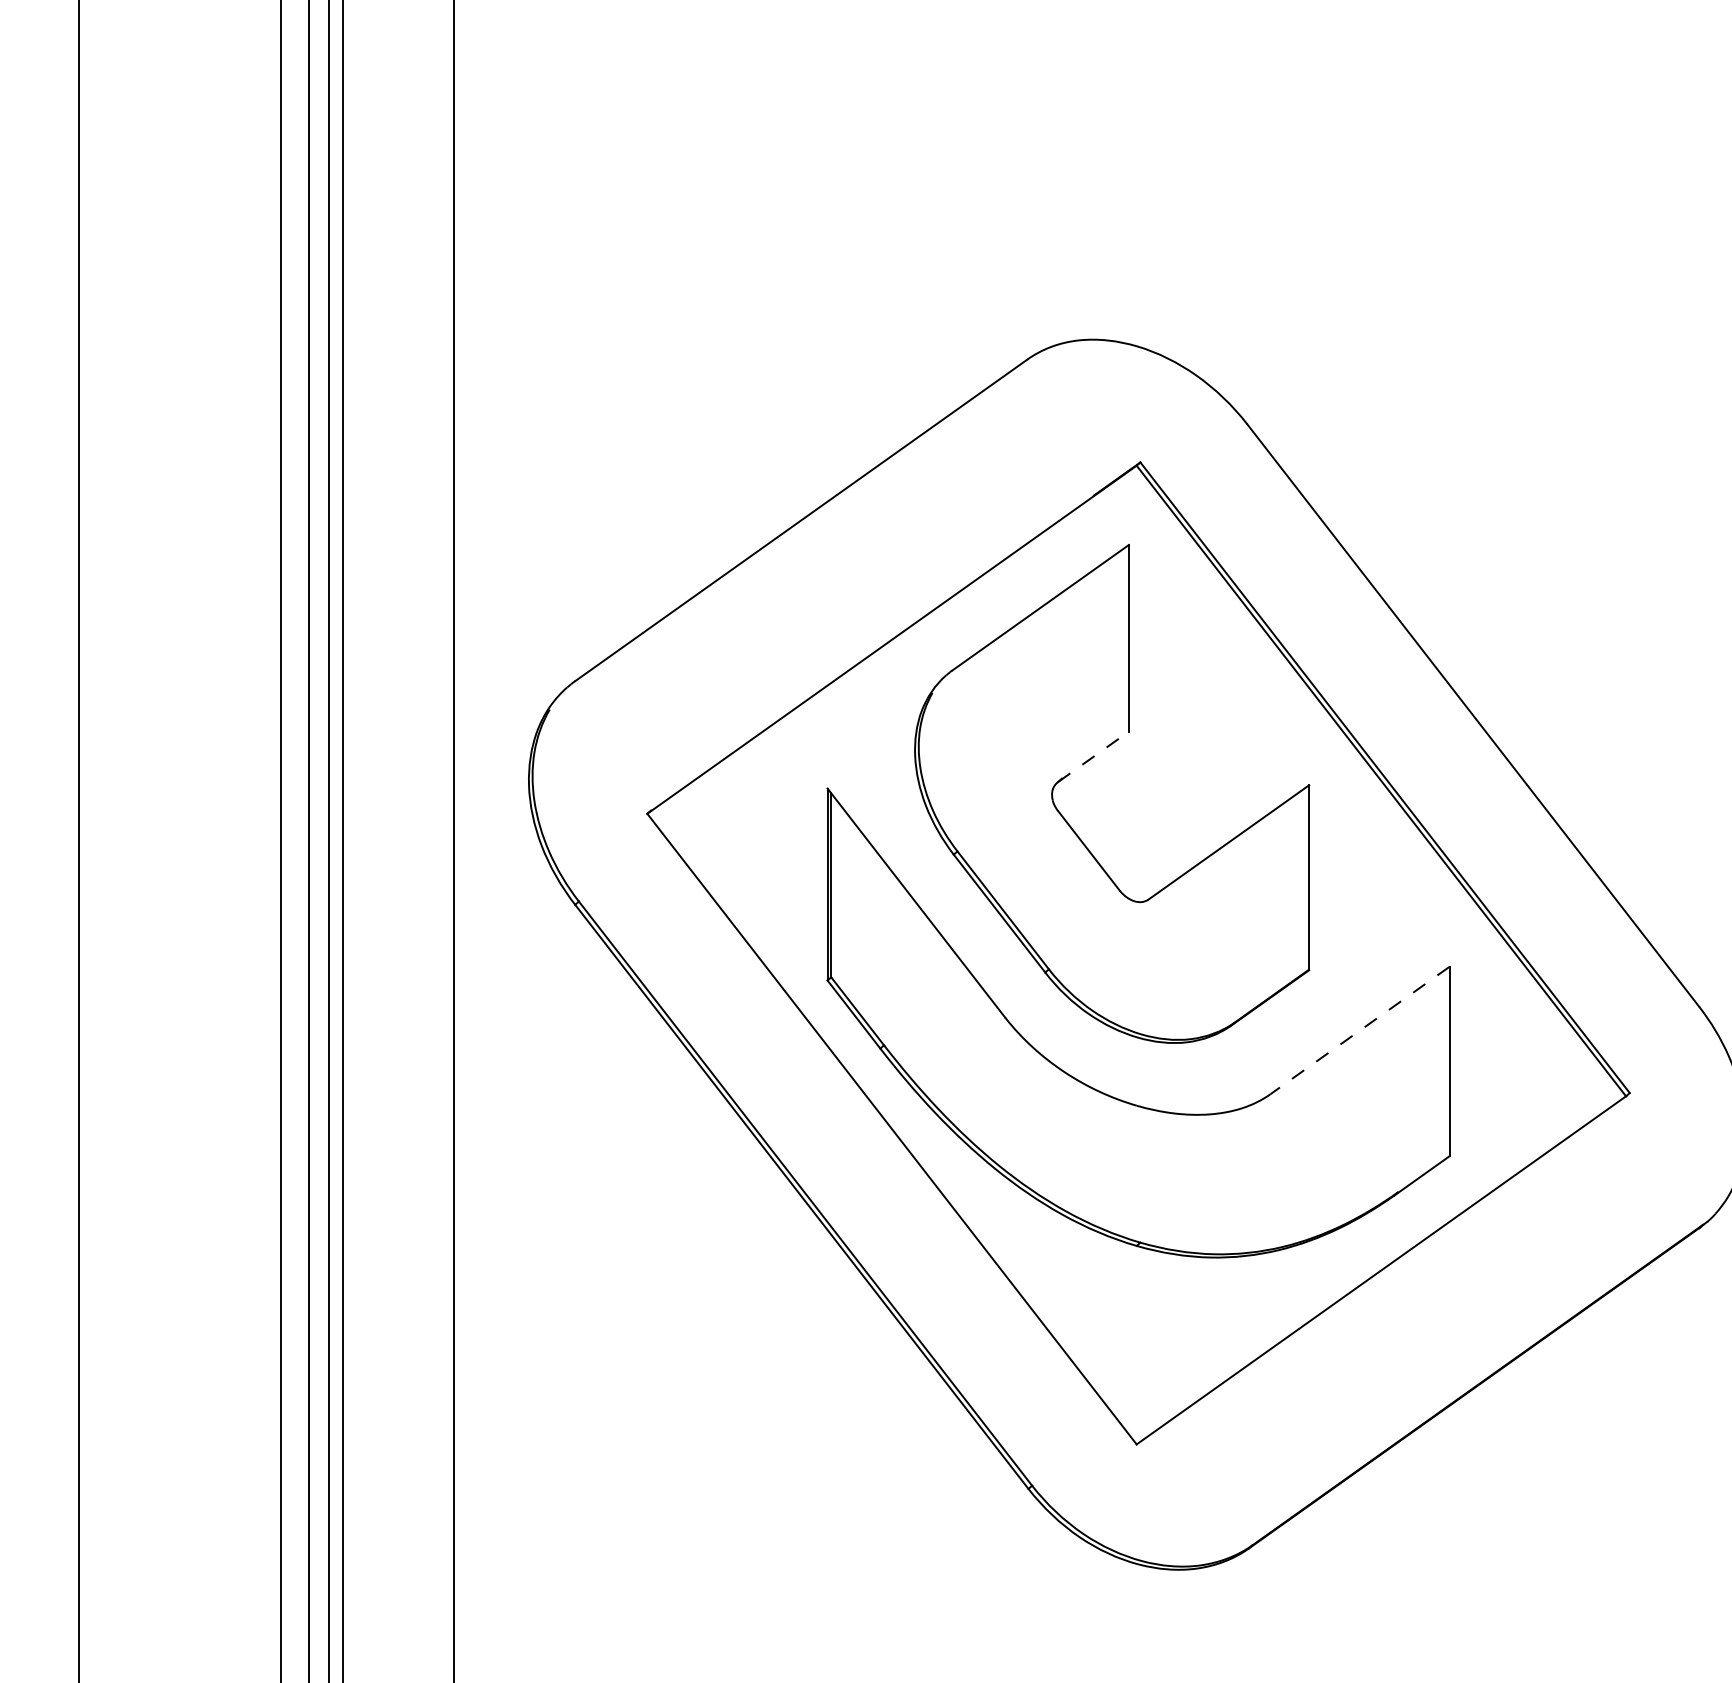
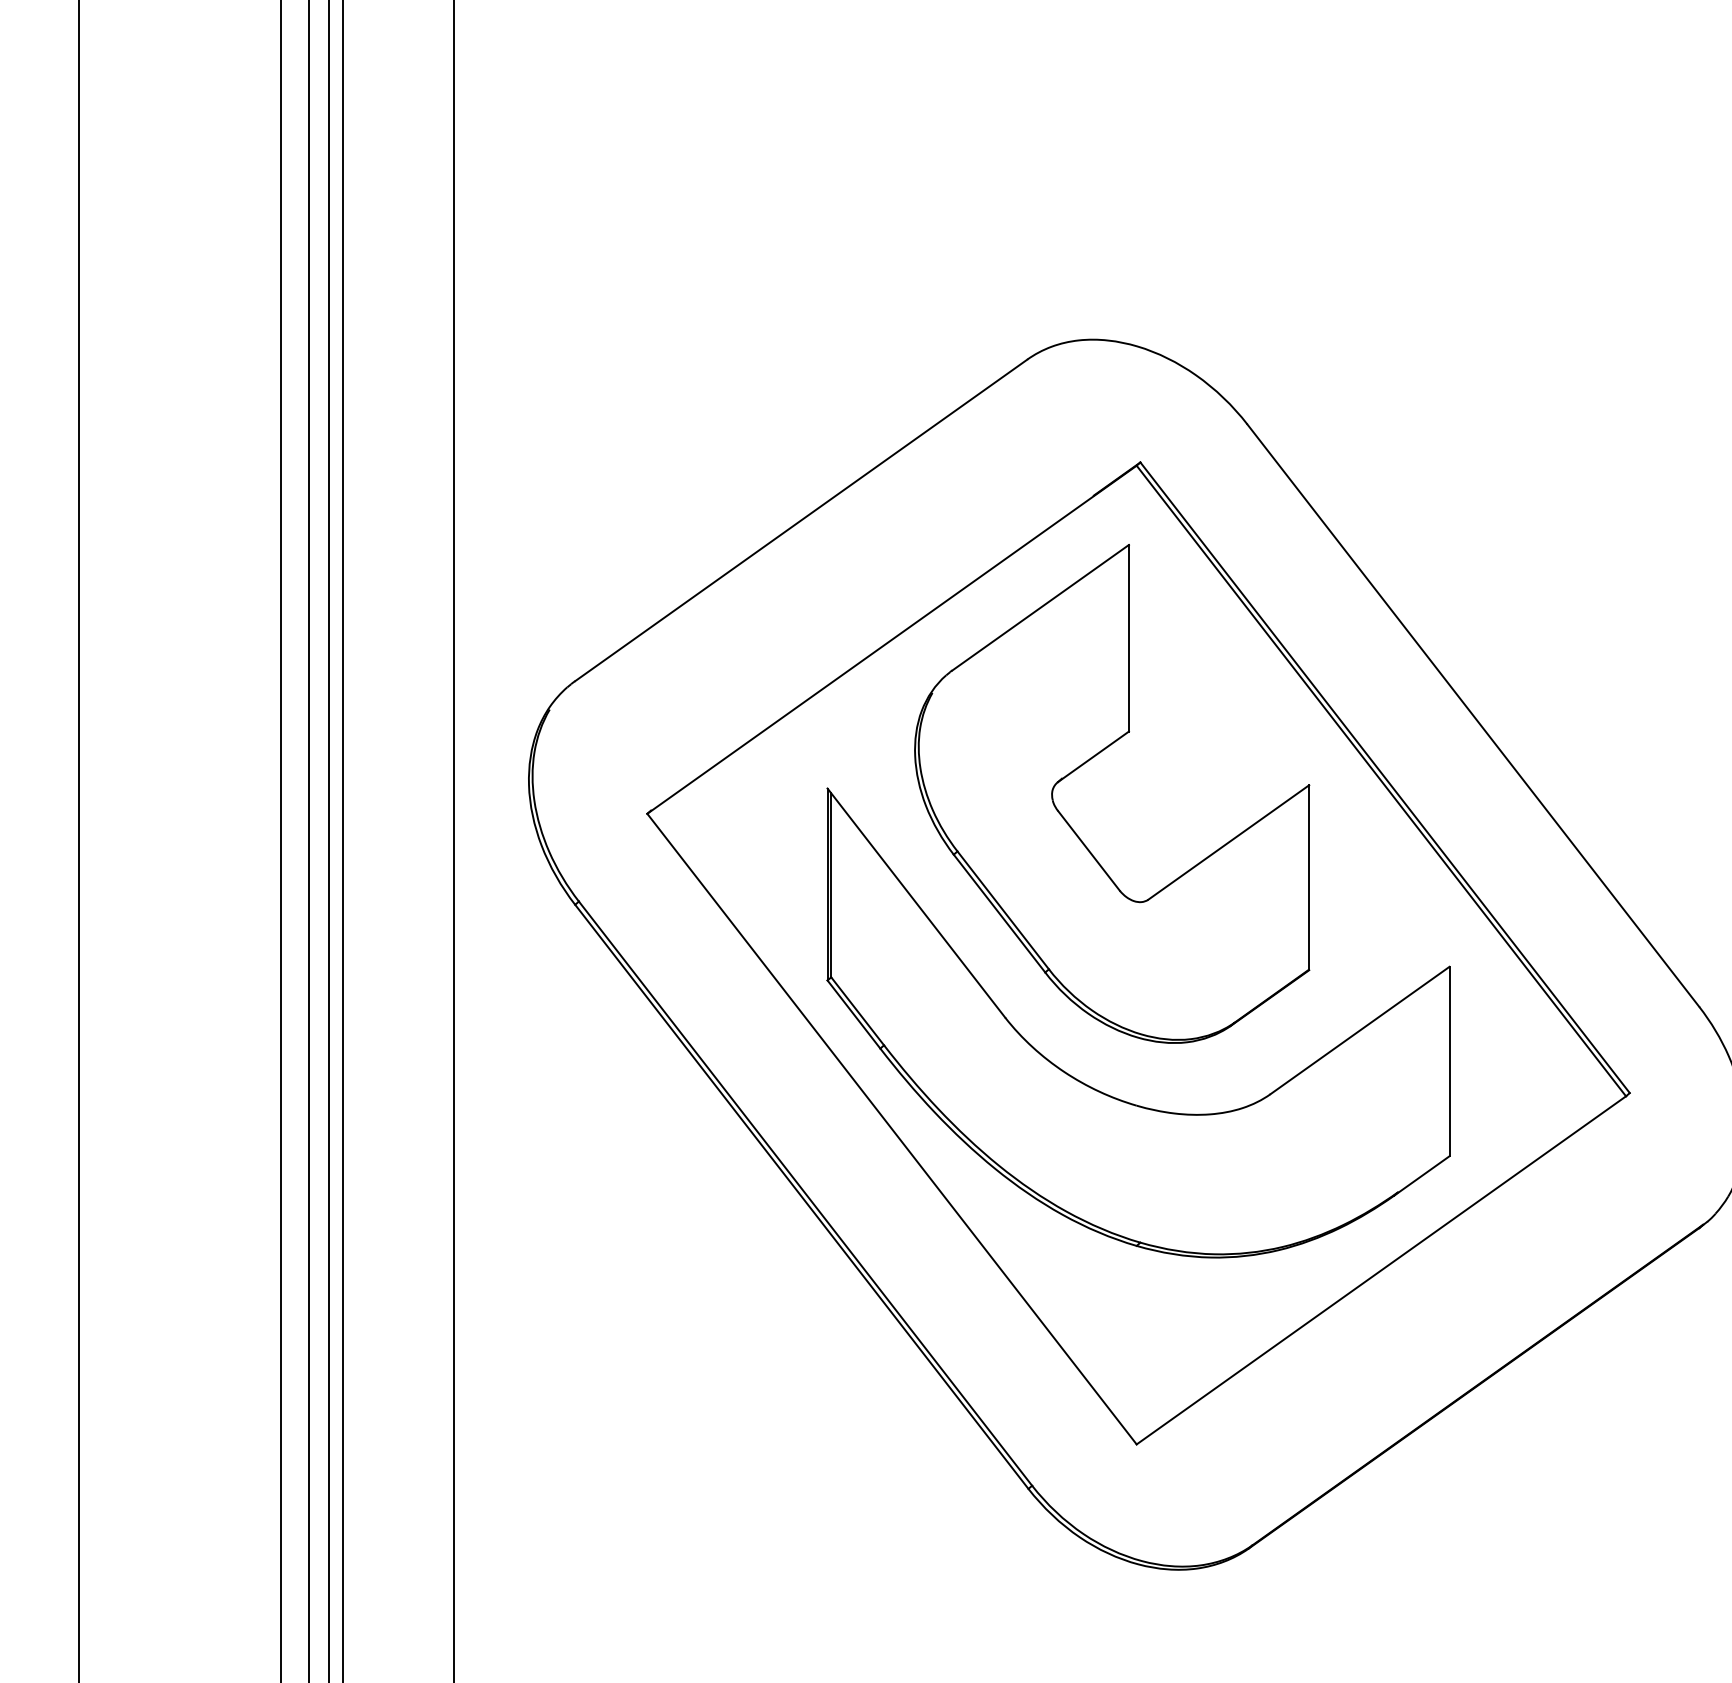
line at (1093, 756): dashed -> solid
line at (1360, 1030): dashed -> solid
